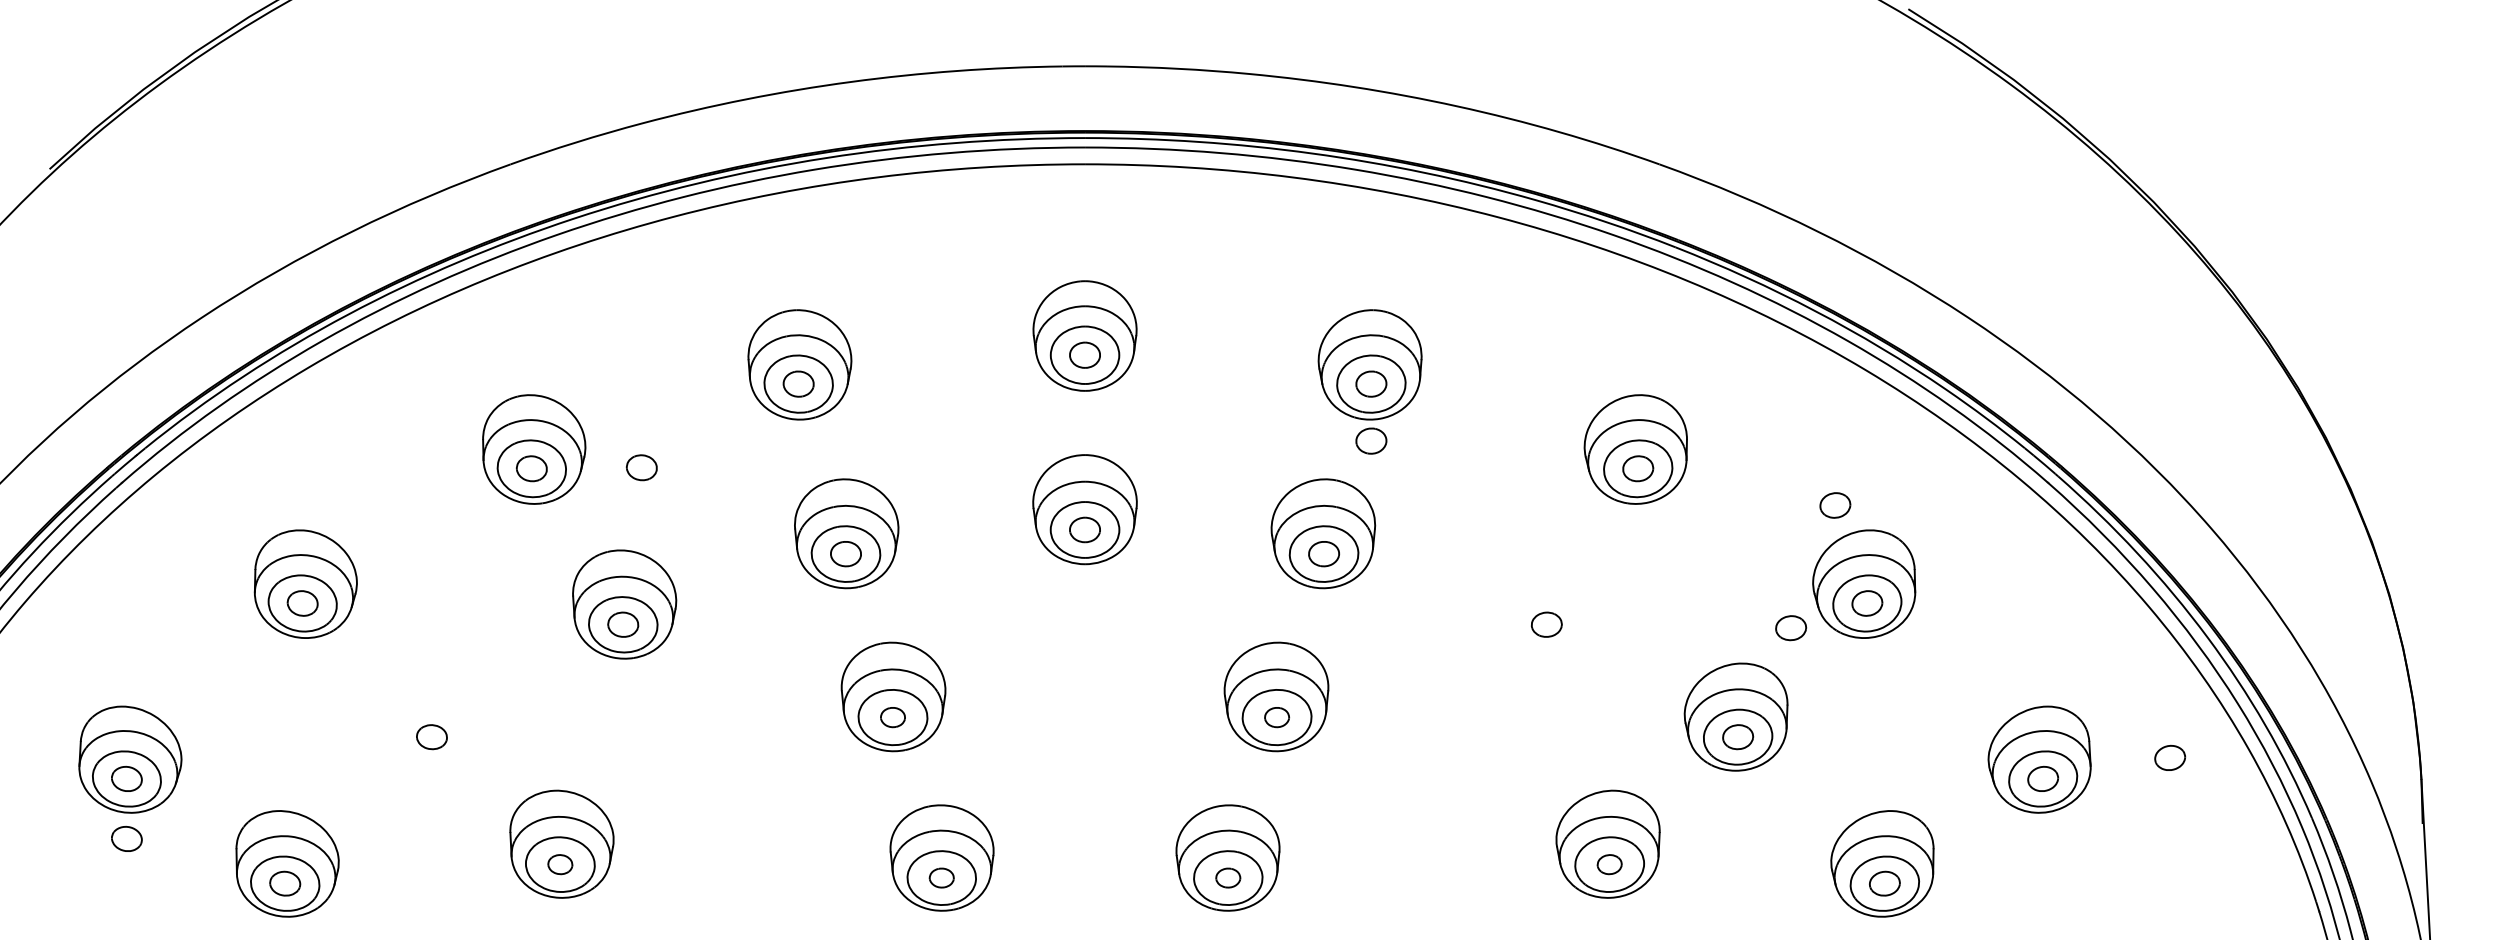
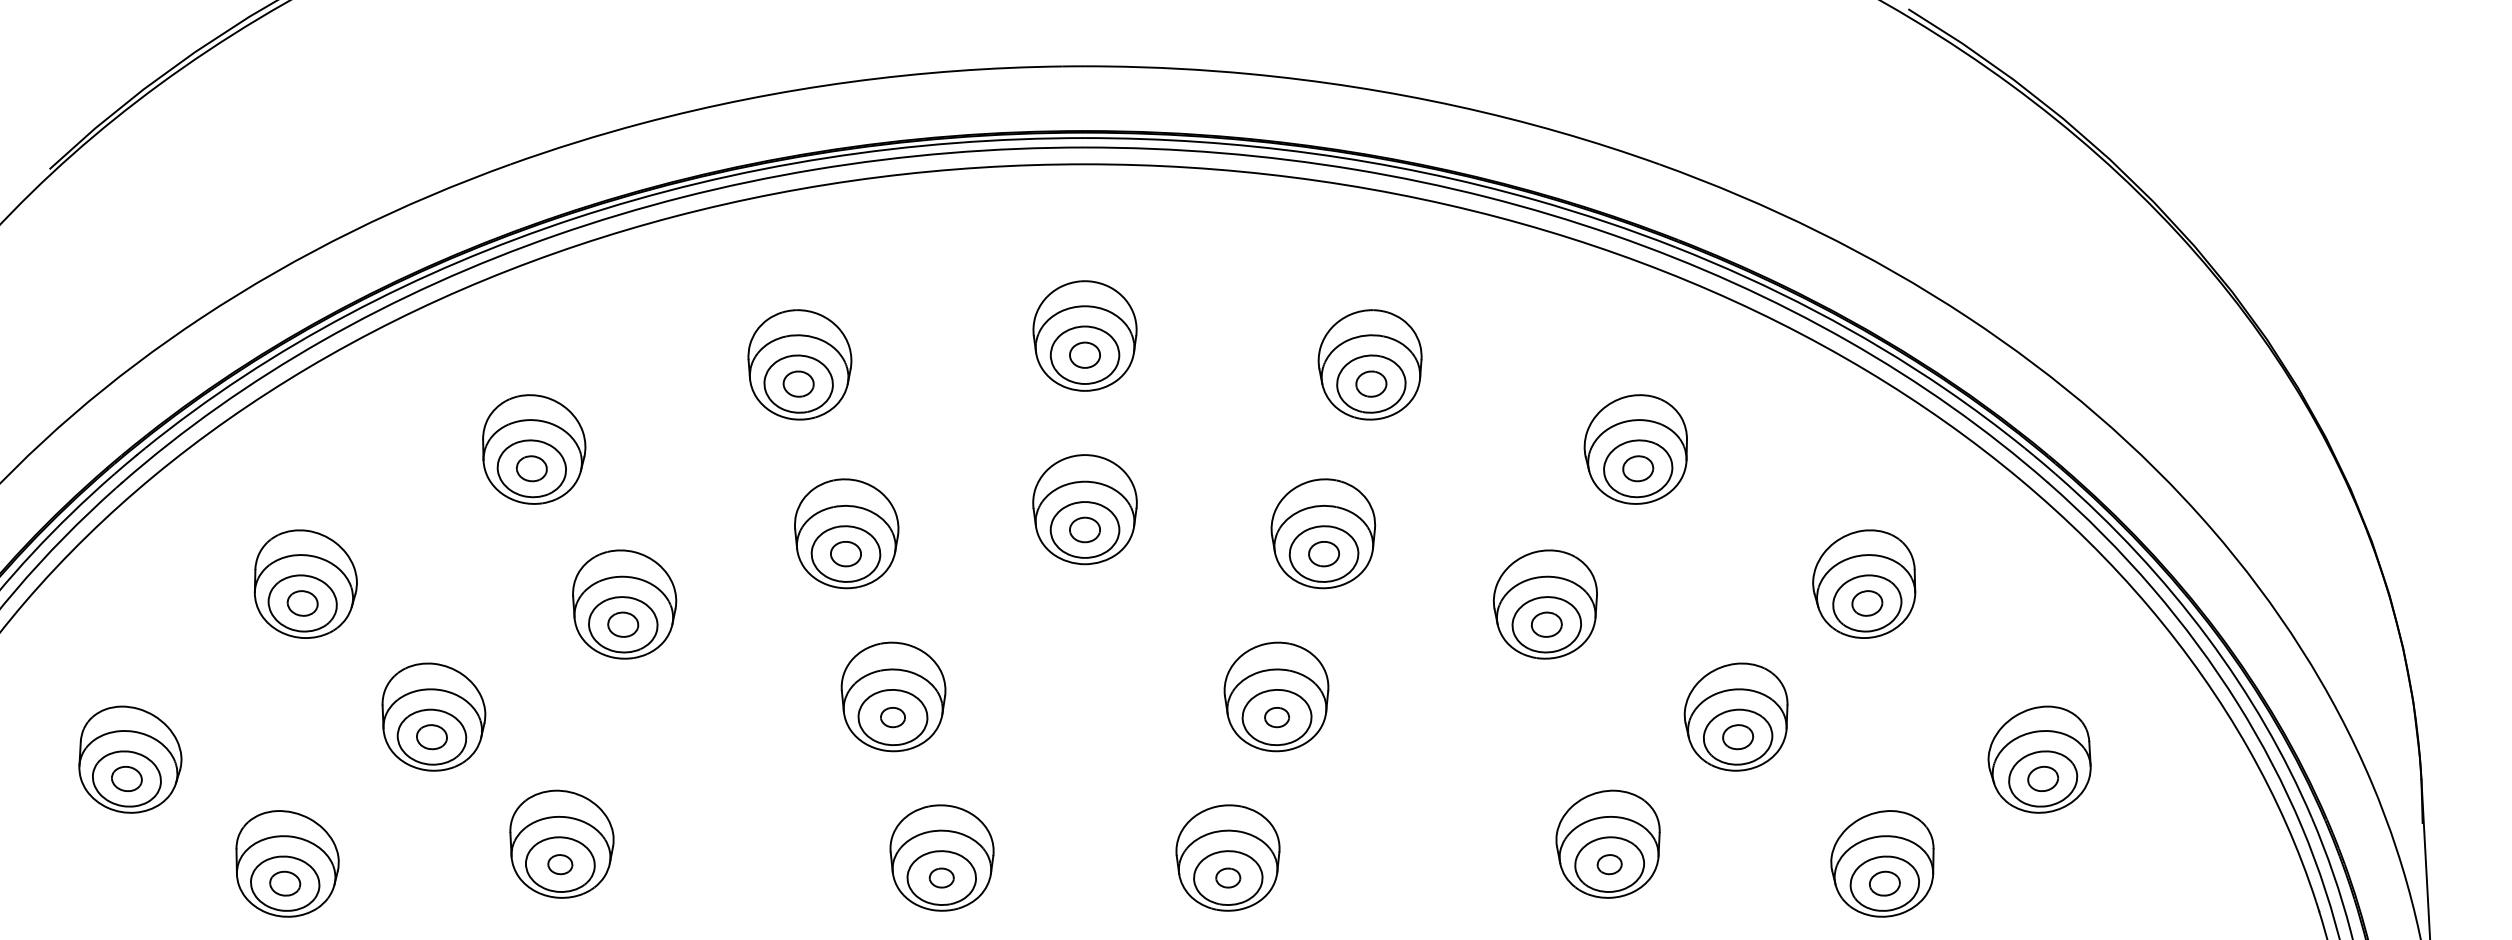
part at (1371, 440): present -> none
part at (641, 467): present -> none
part at (1835, 505): present -> none
part at (1544, 604): none -> present
part at (1791, 628): present -> none
part at (433, 716): none -> present
part at (2169, 757): present -> none
part at (126, 838): present -> none
